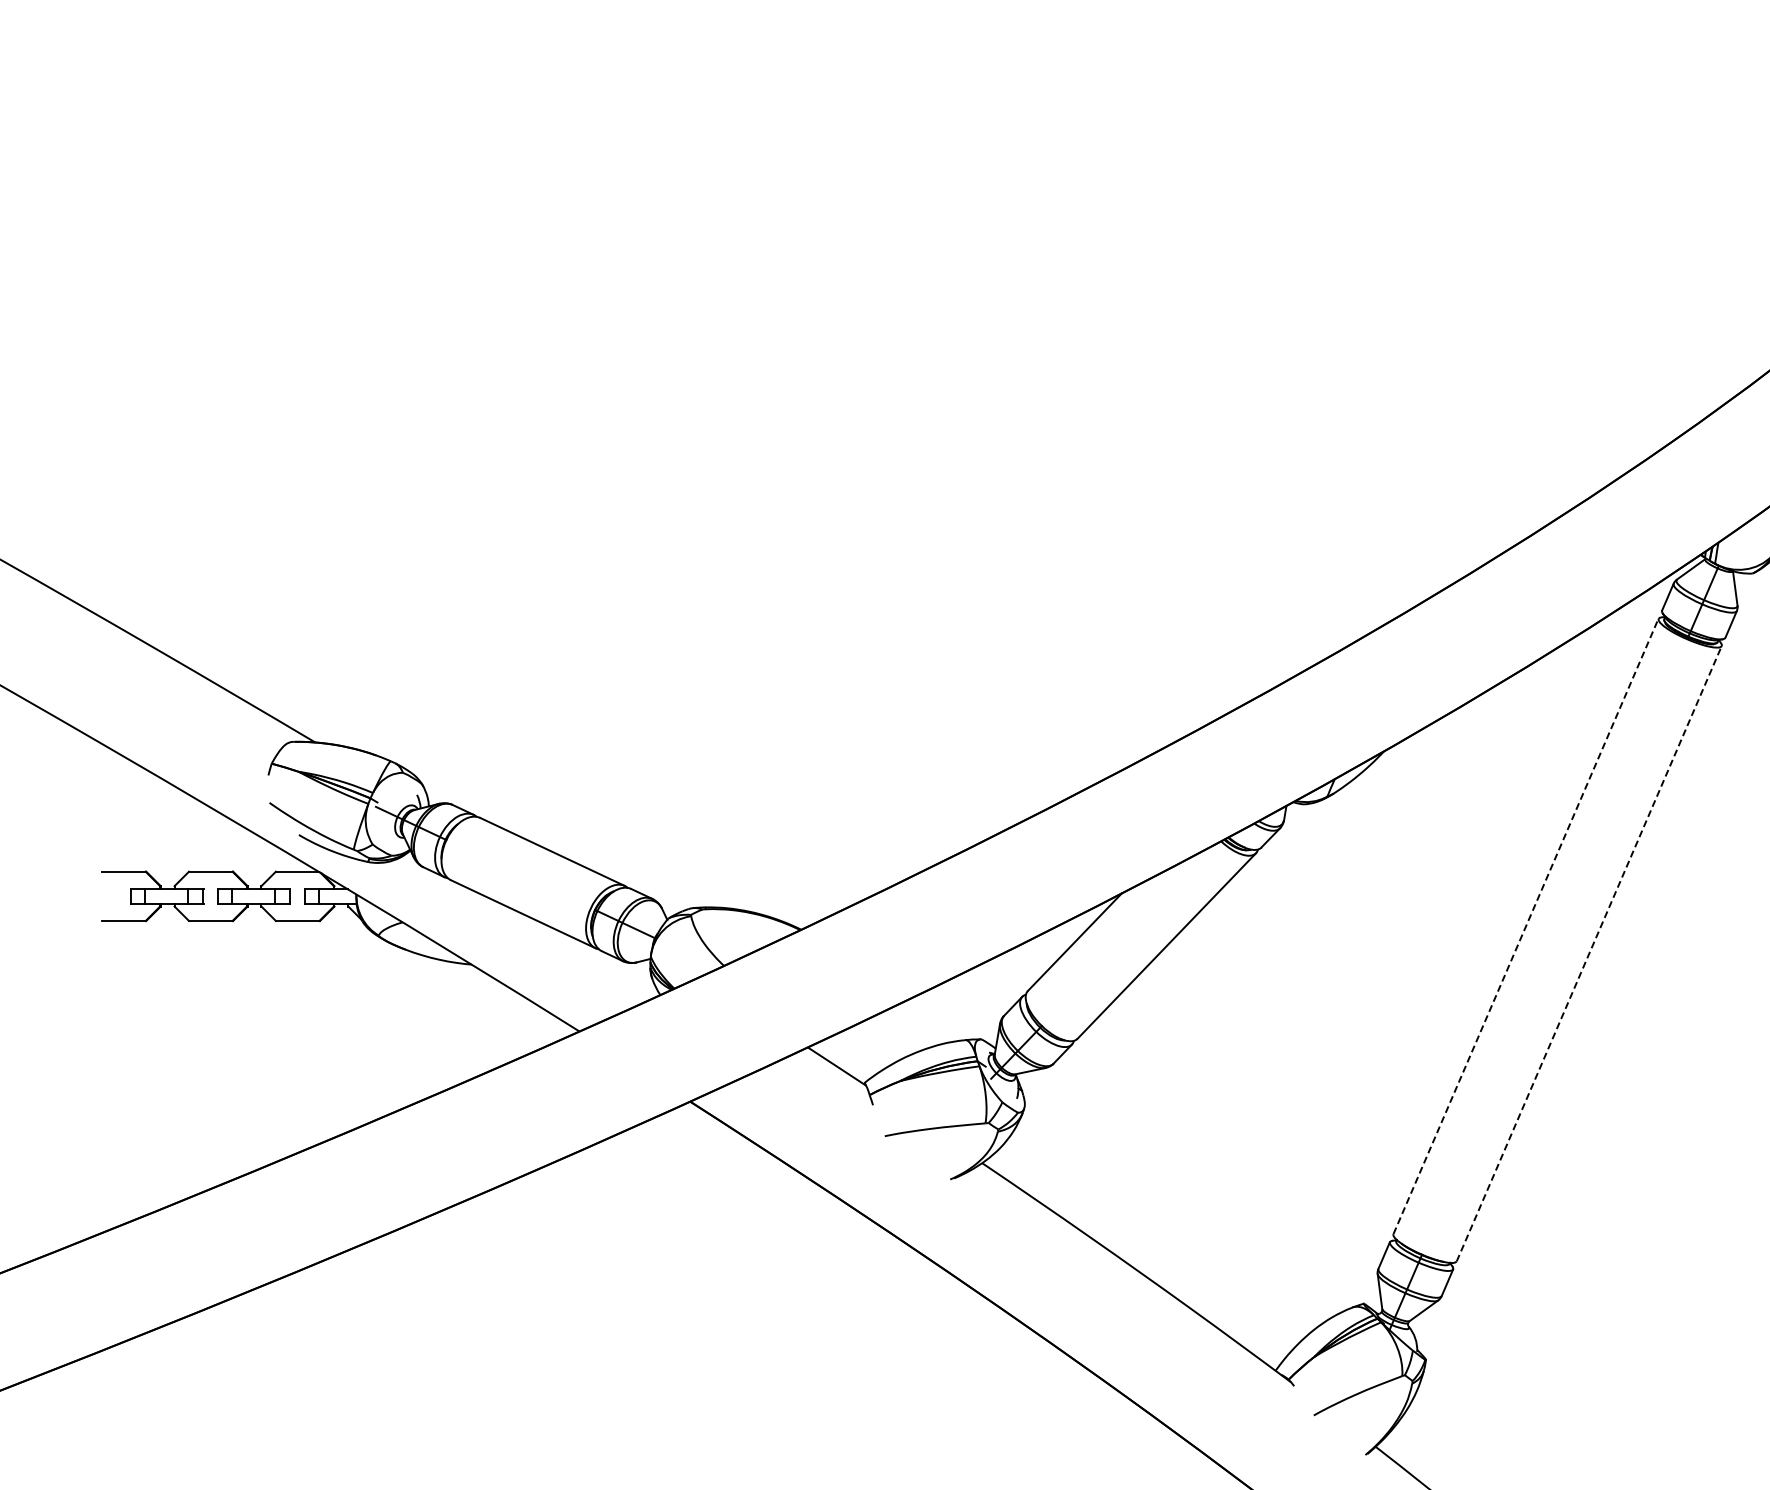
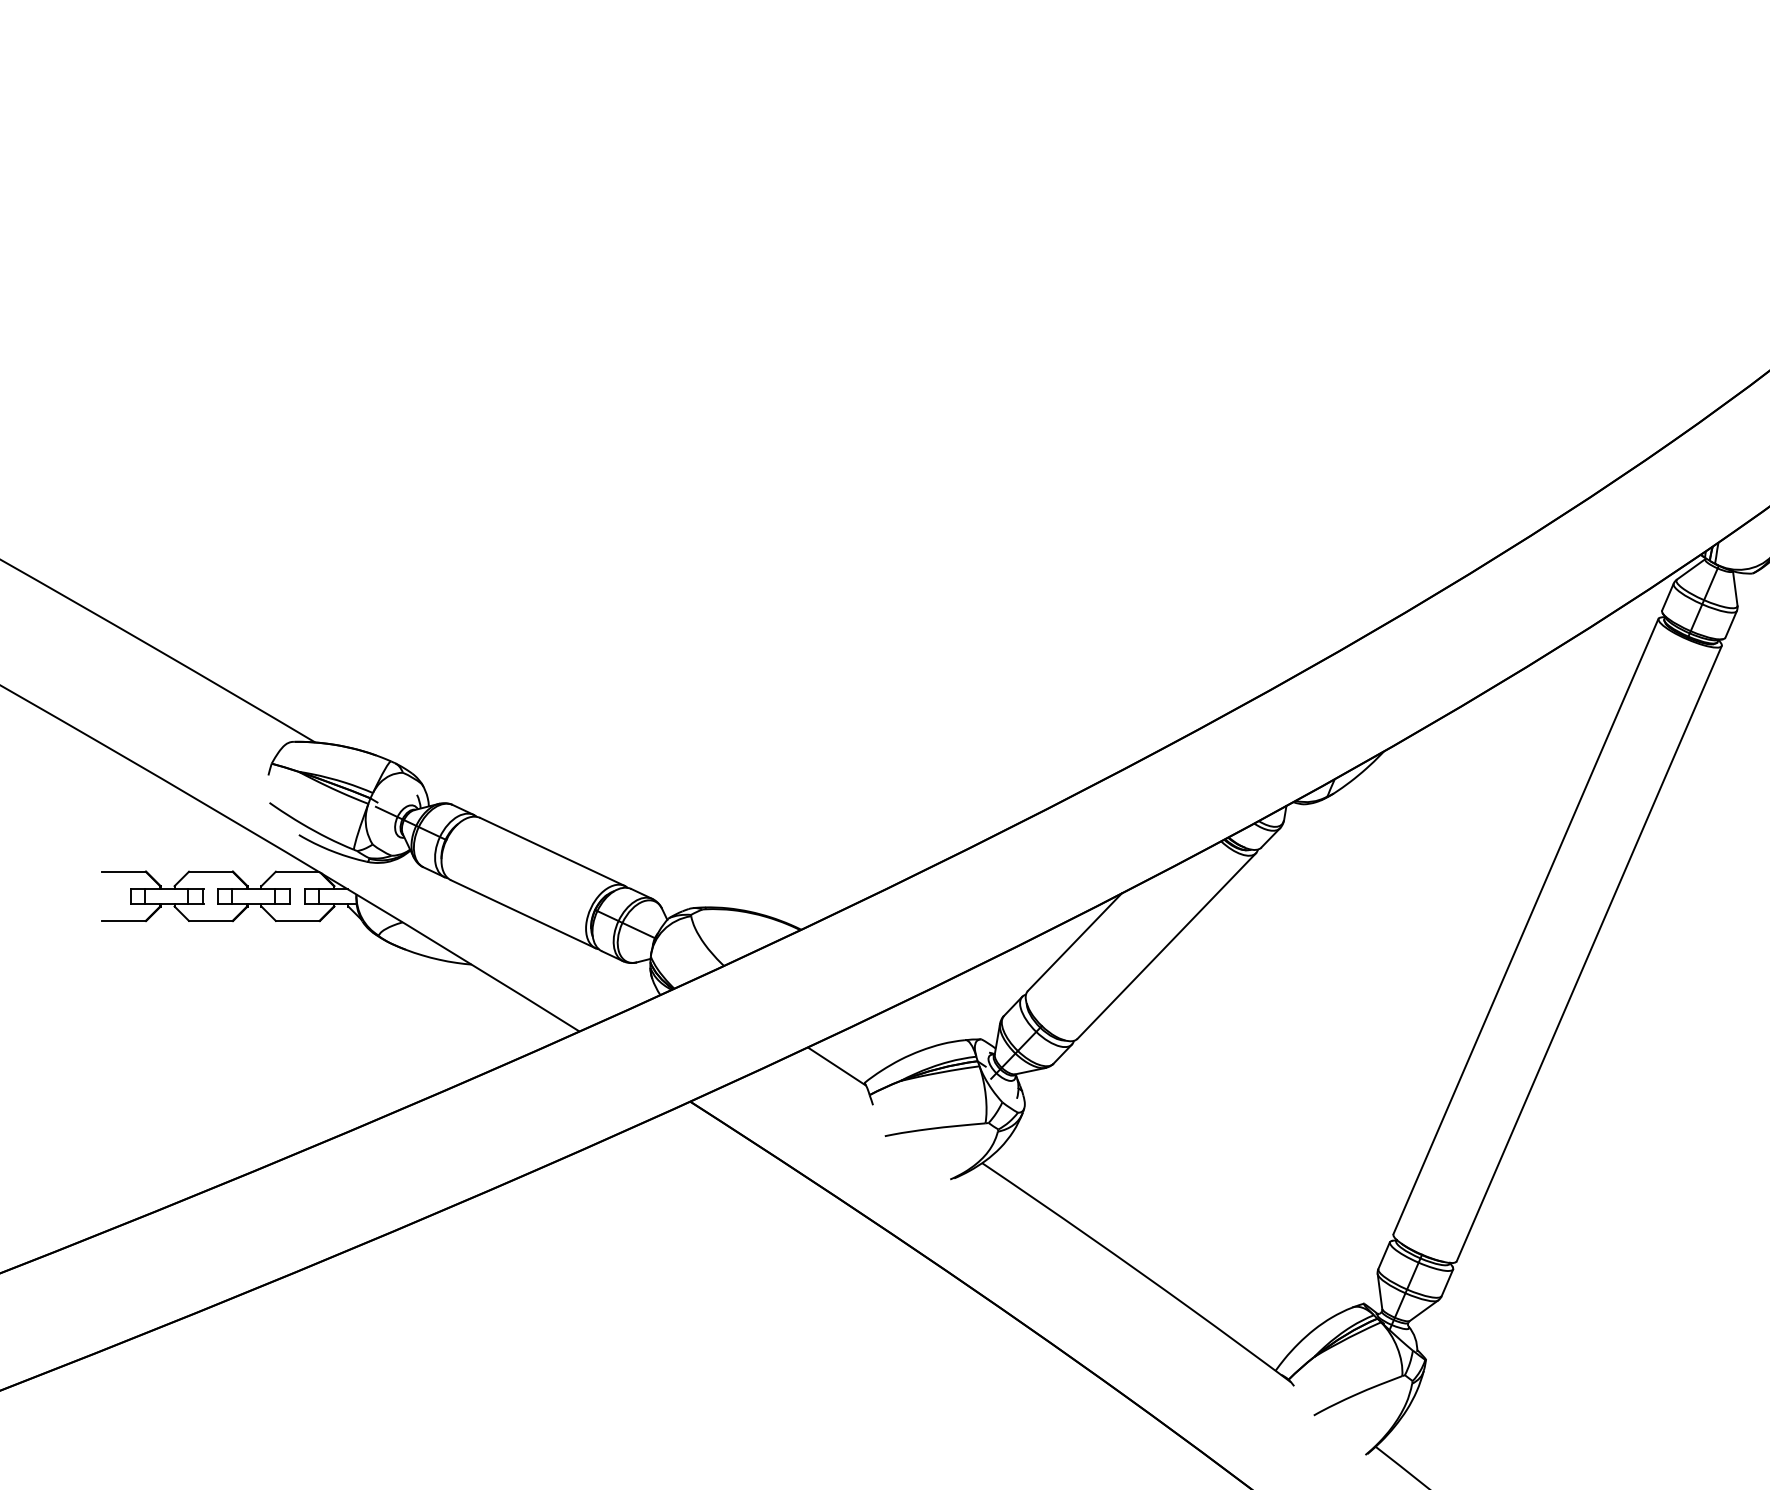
line at (1526, 925): dashed -> solid
line at (1589, 953): dashed -> solid
